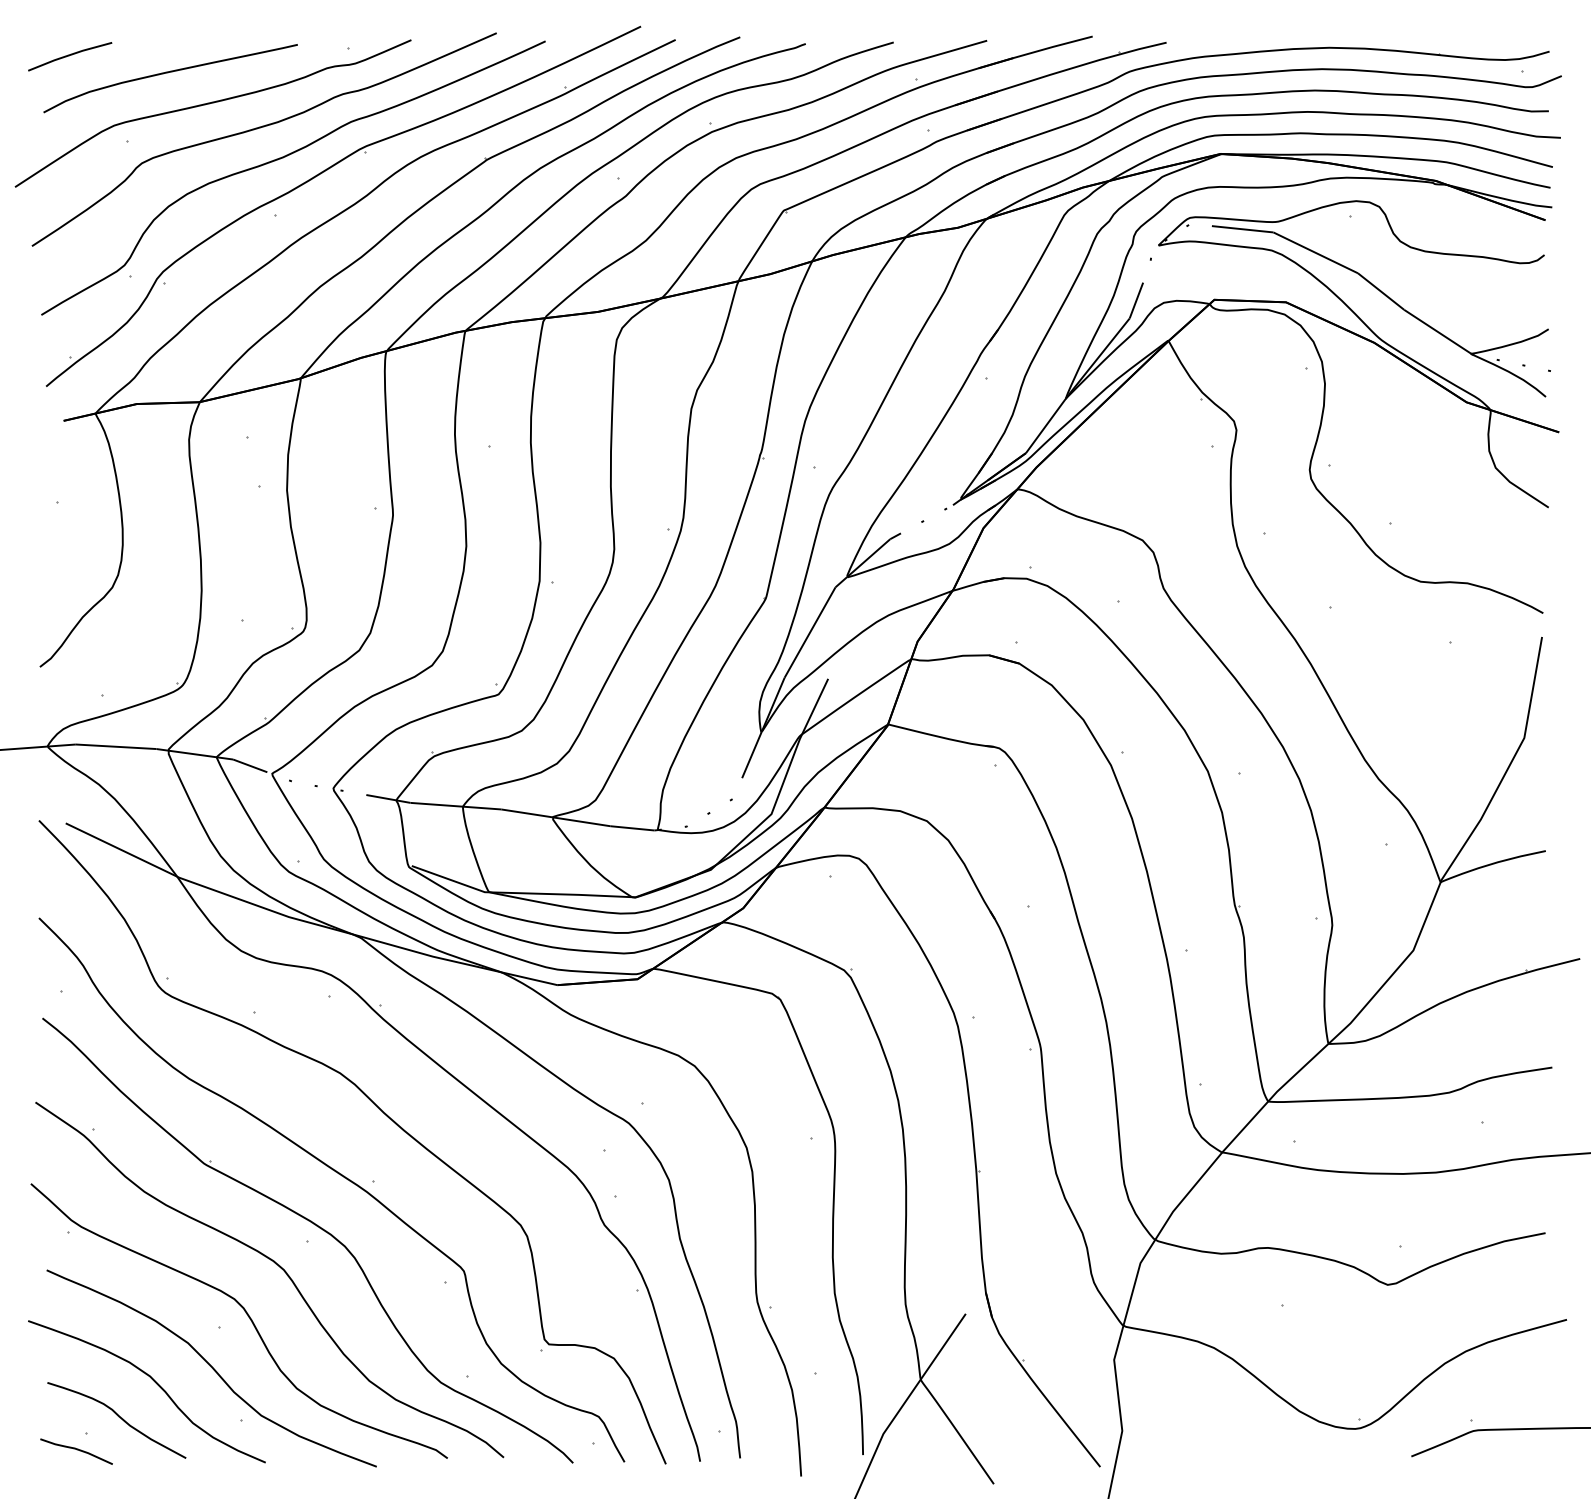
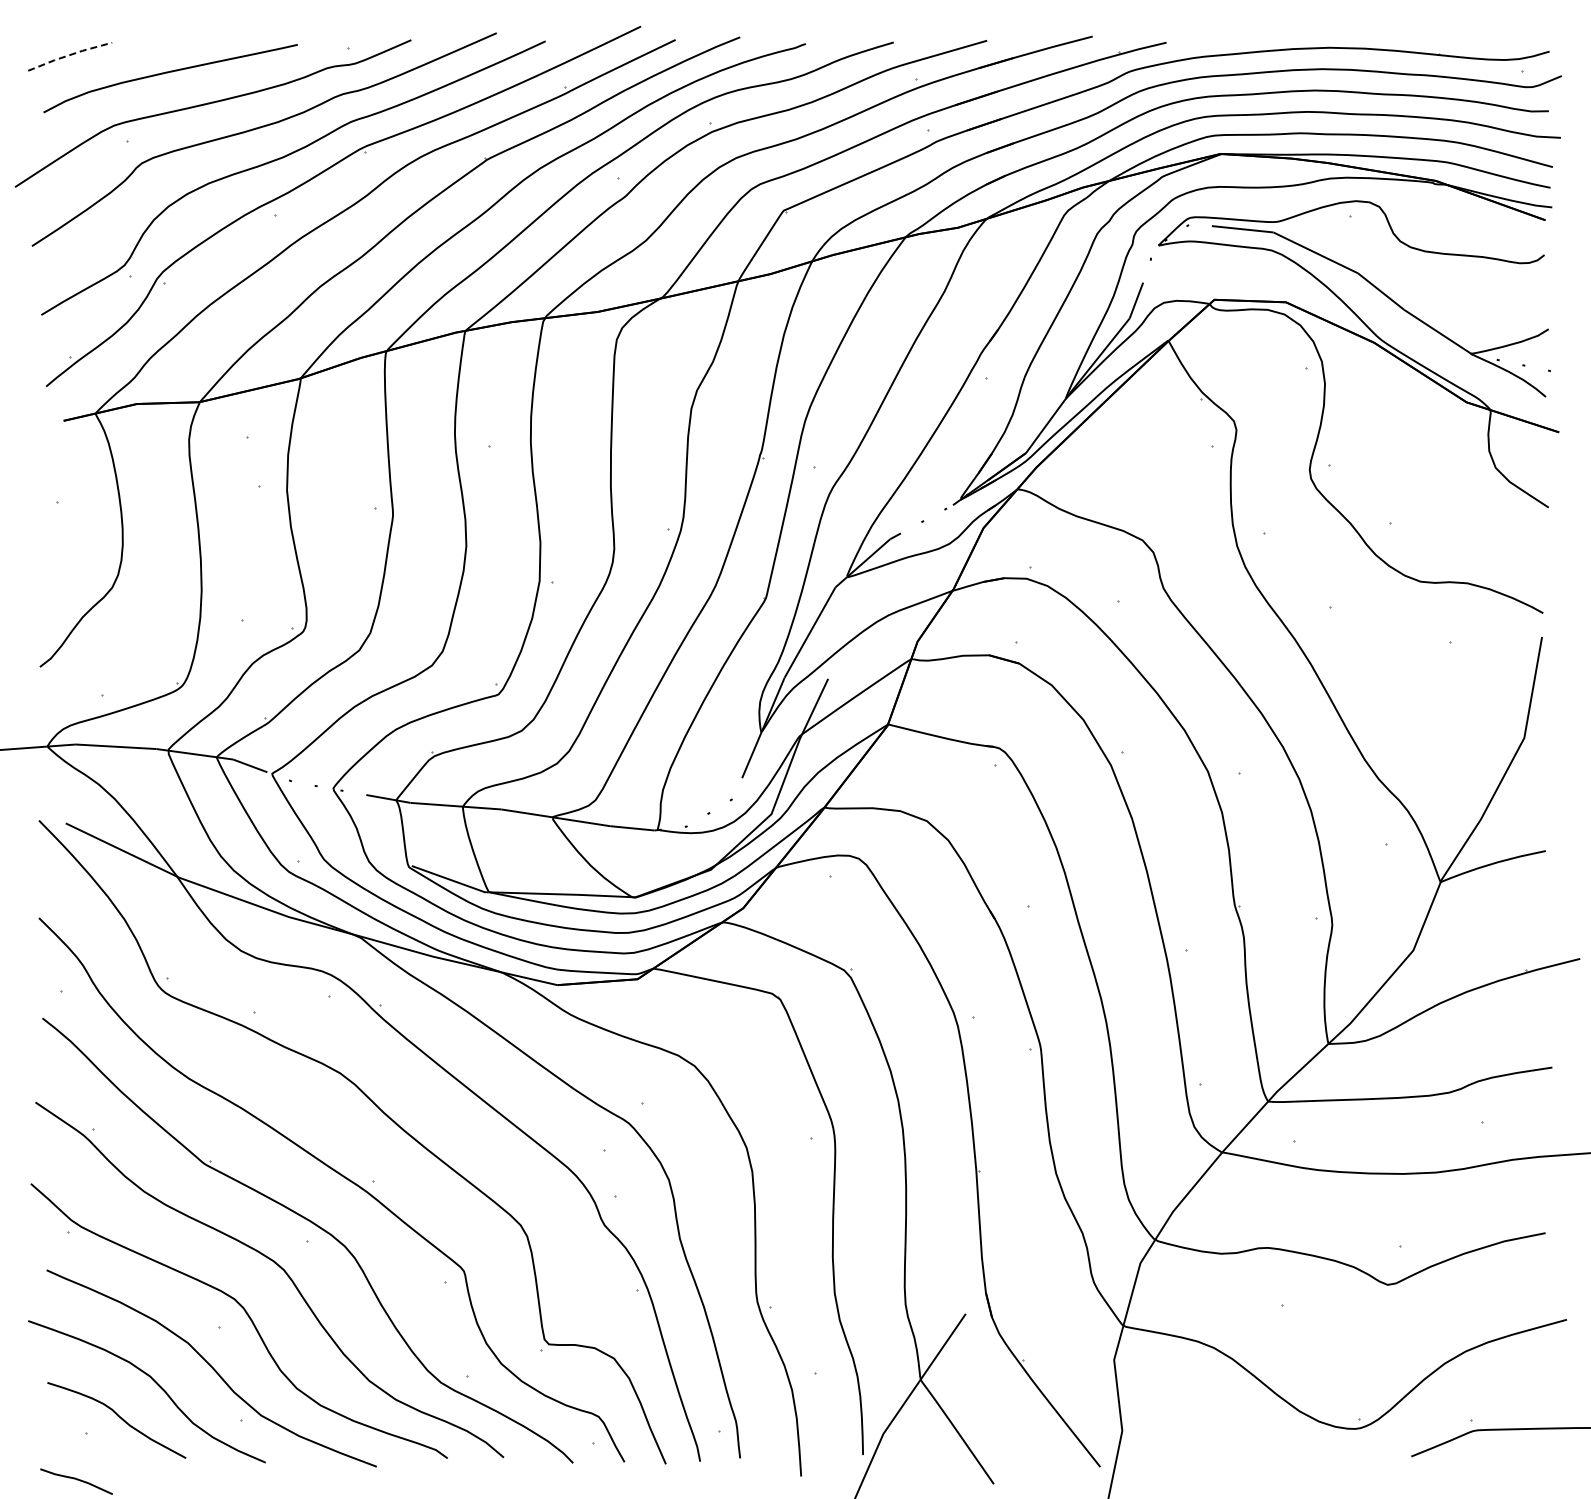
line at (69, 55): solid -> dashed
curve at (77, 1450) position: (77, 1450) -> (77, 1480)
